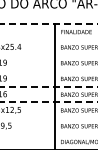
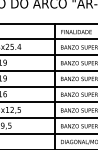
line at (49, 23): dashed -> solid
line at (48, 39): none -> present
line at (48, 55): none -> present
line at (48, 70): none -> present
line at (49, 86): dashed -> solid
line at (49, 102): dashed -> solid
line at (48, 118): none -> present
line at (48, 133): none -> present
